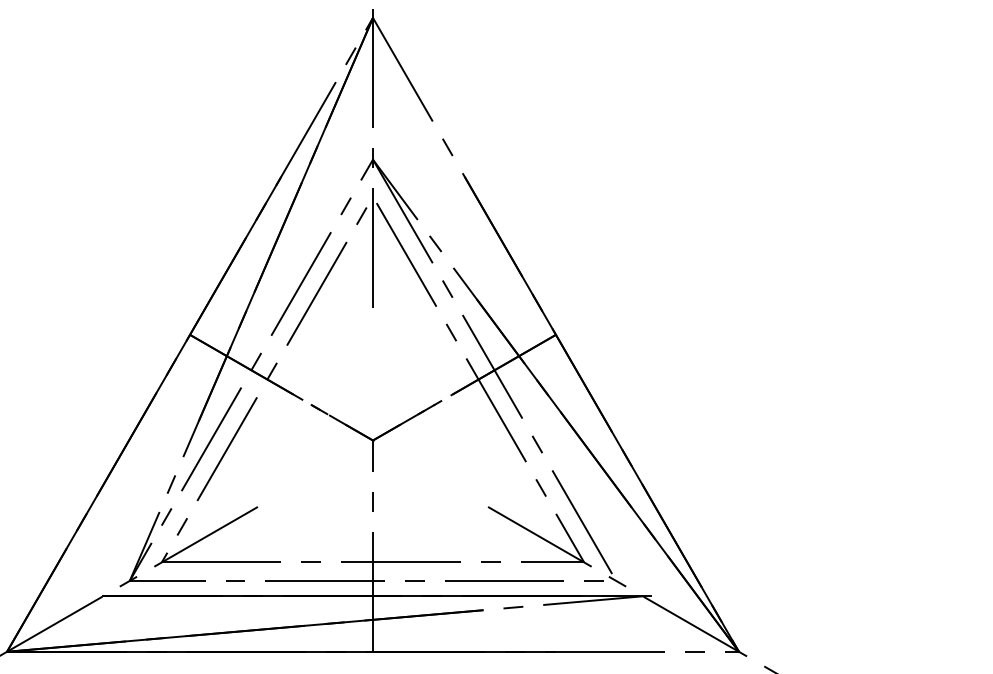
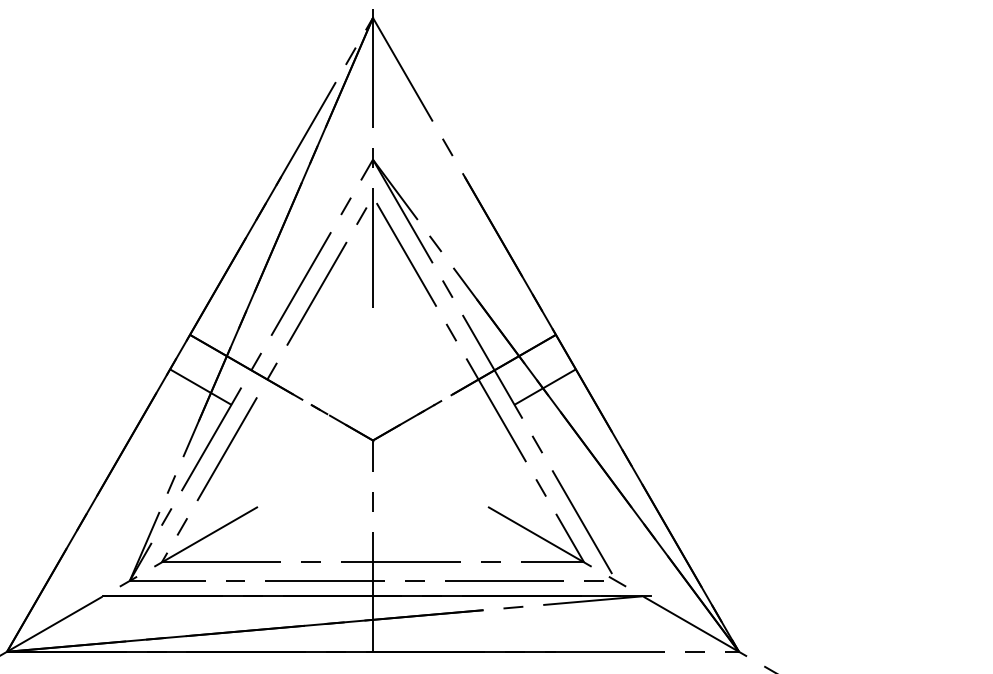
line at (200, 386): none -> present
line at (544, 386): none -> present
